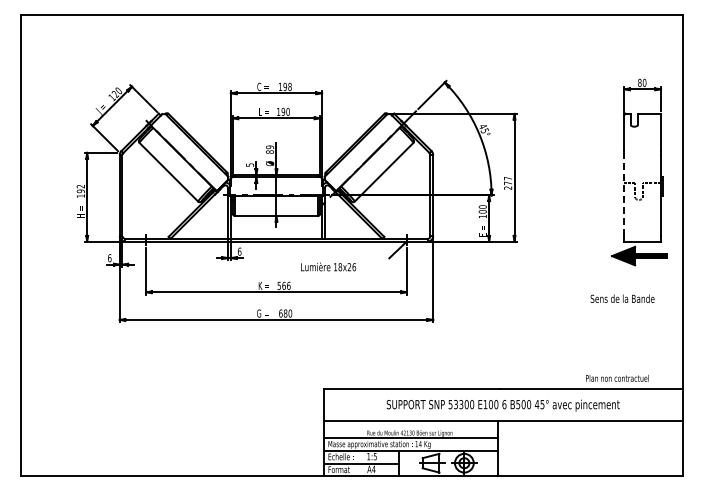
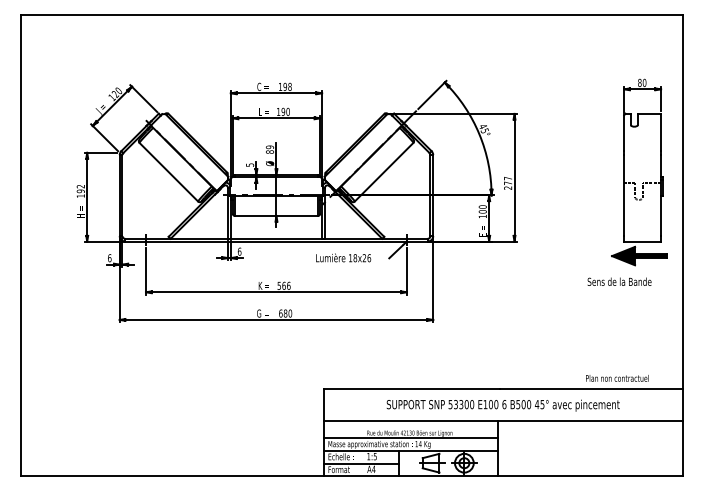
line at (624, 195): dashed -> solid
text at (328, 266) position: (328, 266) -> (343, 257)
text at (622, 298) position: (622, 298) -> (619, 281)
